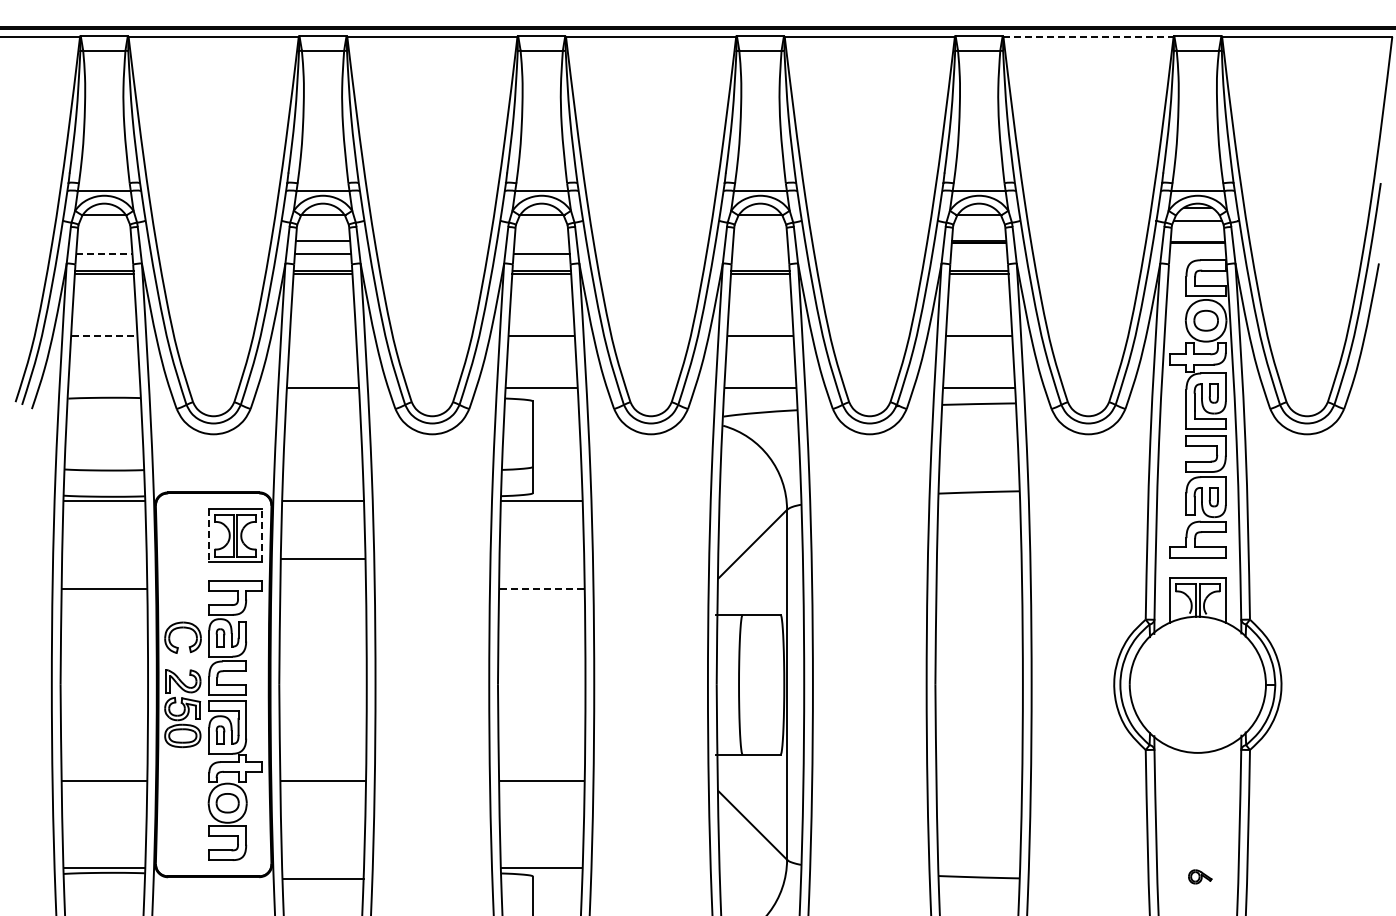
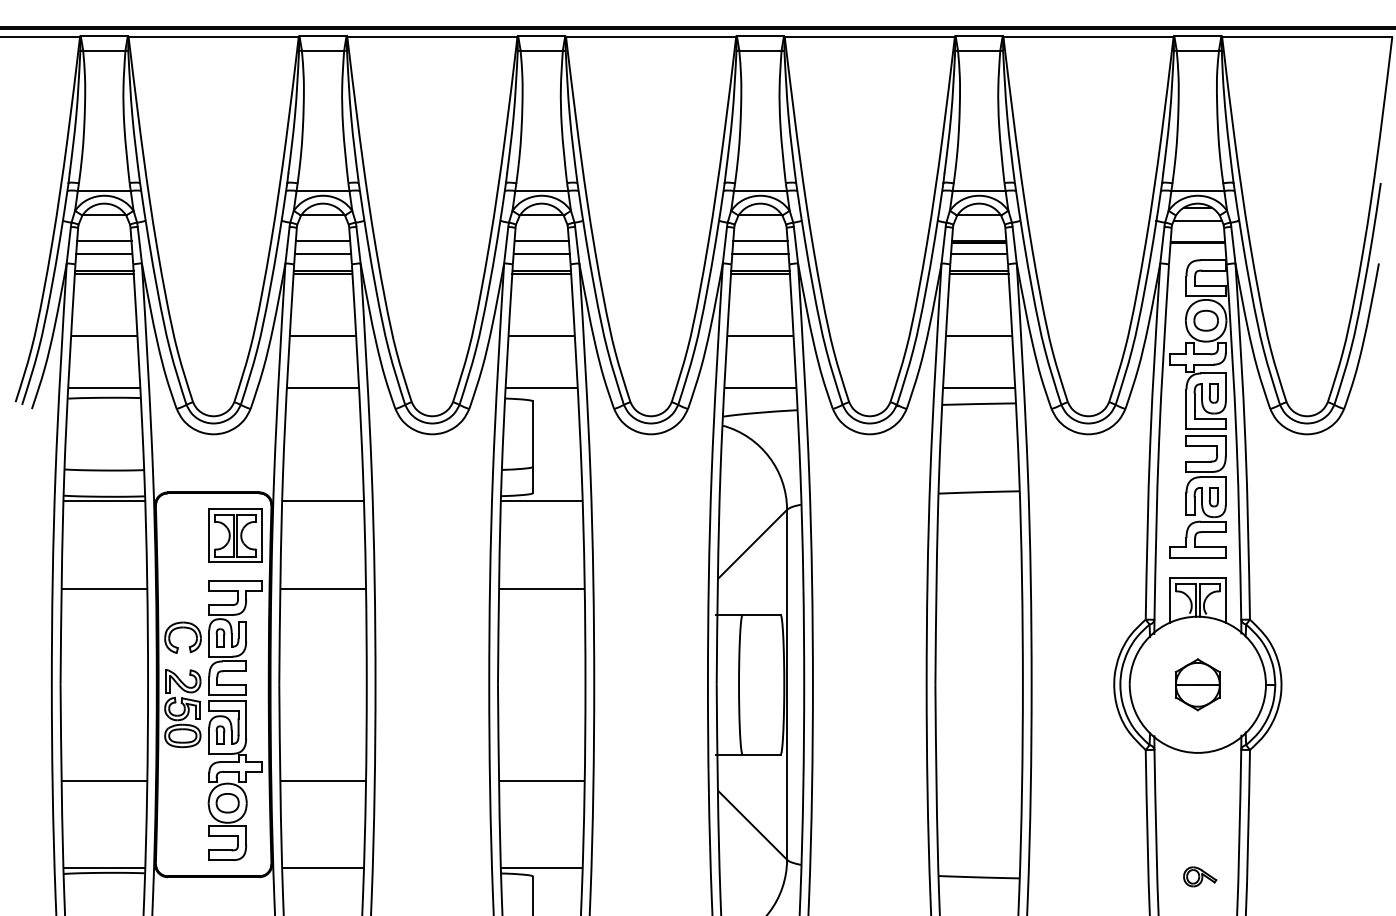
line at (1089, 36): dashed -> solid
line at (104, 241): none -> present
line at (541, 241): none -> present
line at (760, 241): none -> present
line at (104, 253): dashed -> solid
line at (760, 253): none -> present
line at (979, 253): none -> present
line at (104, 336): dashed -> solid
line at (322, 336): none -> present
line at (103, 388): none -> present
line at (261, 535): dashed -> solid
line at (209, 536): dashed -> solid
line at (322, 558) position: (322, 558) -> (322, 588)
line at (541, 588): dashed -> solid
part at (1197, 684): none -> present
part at (1200, 876) size: 25x16 px -> 35x22 px
line at (322, 879) position: (322, 879) -> (322, 868)
